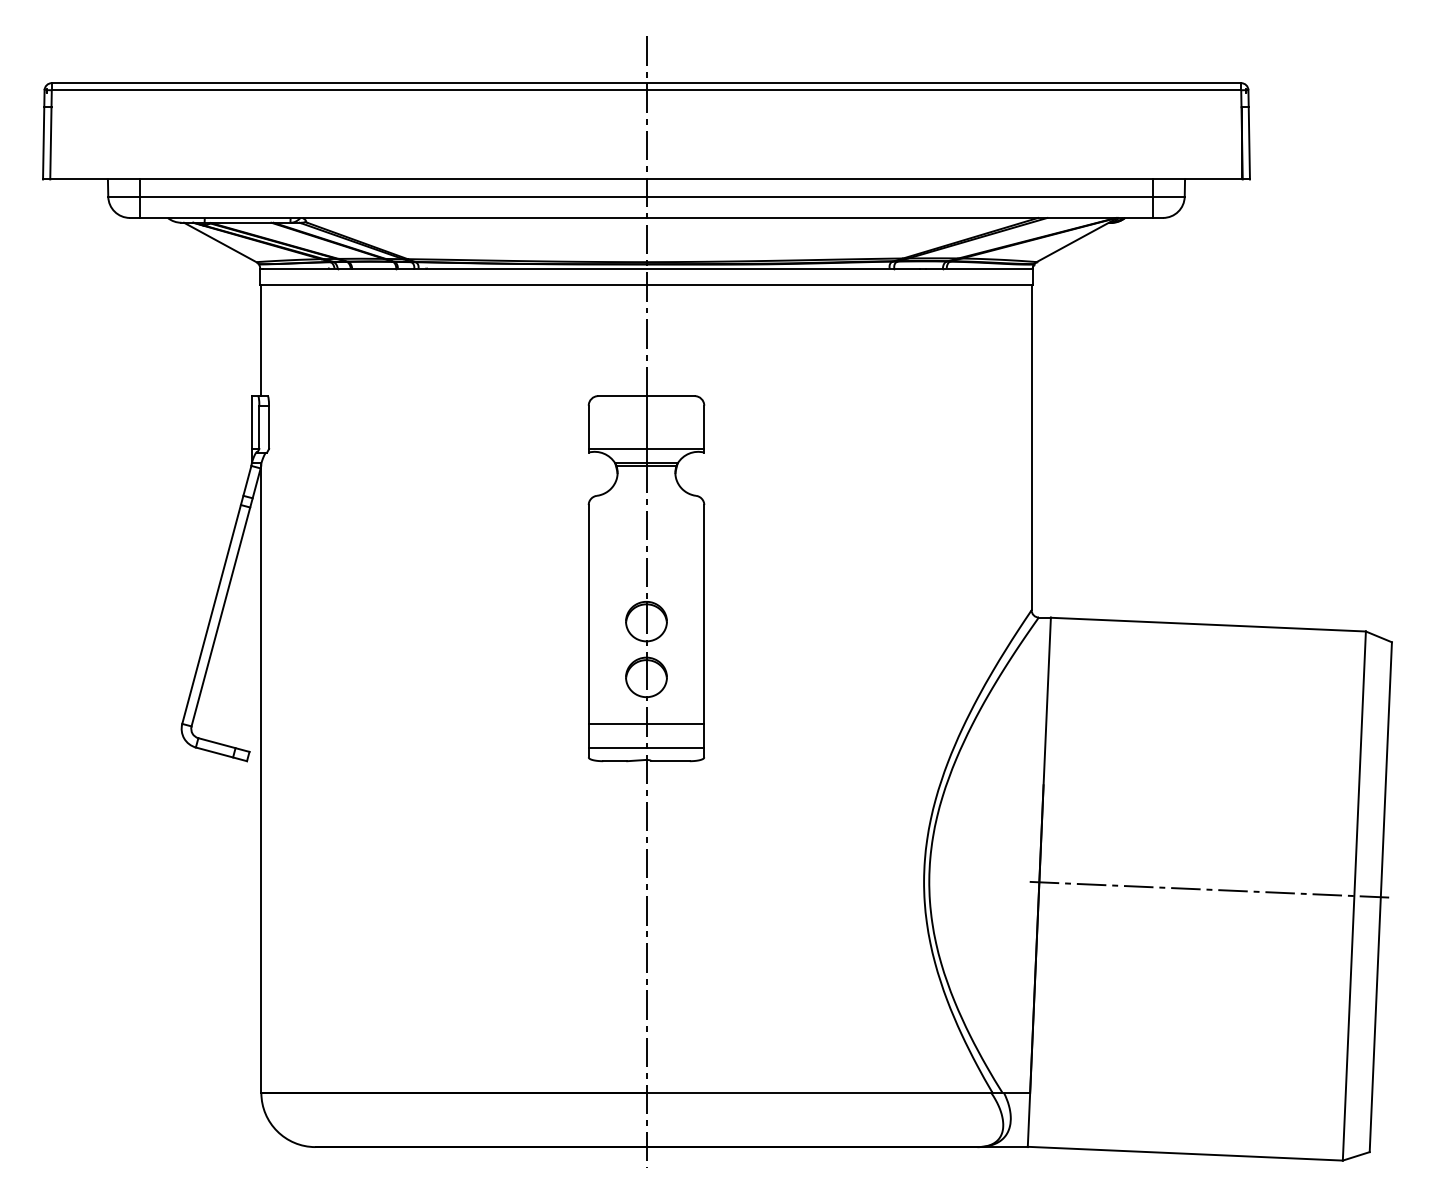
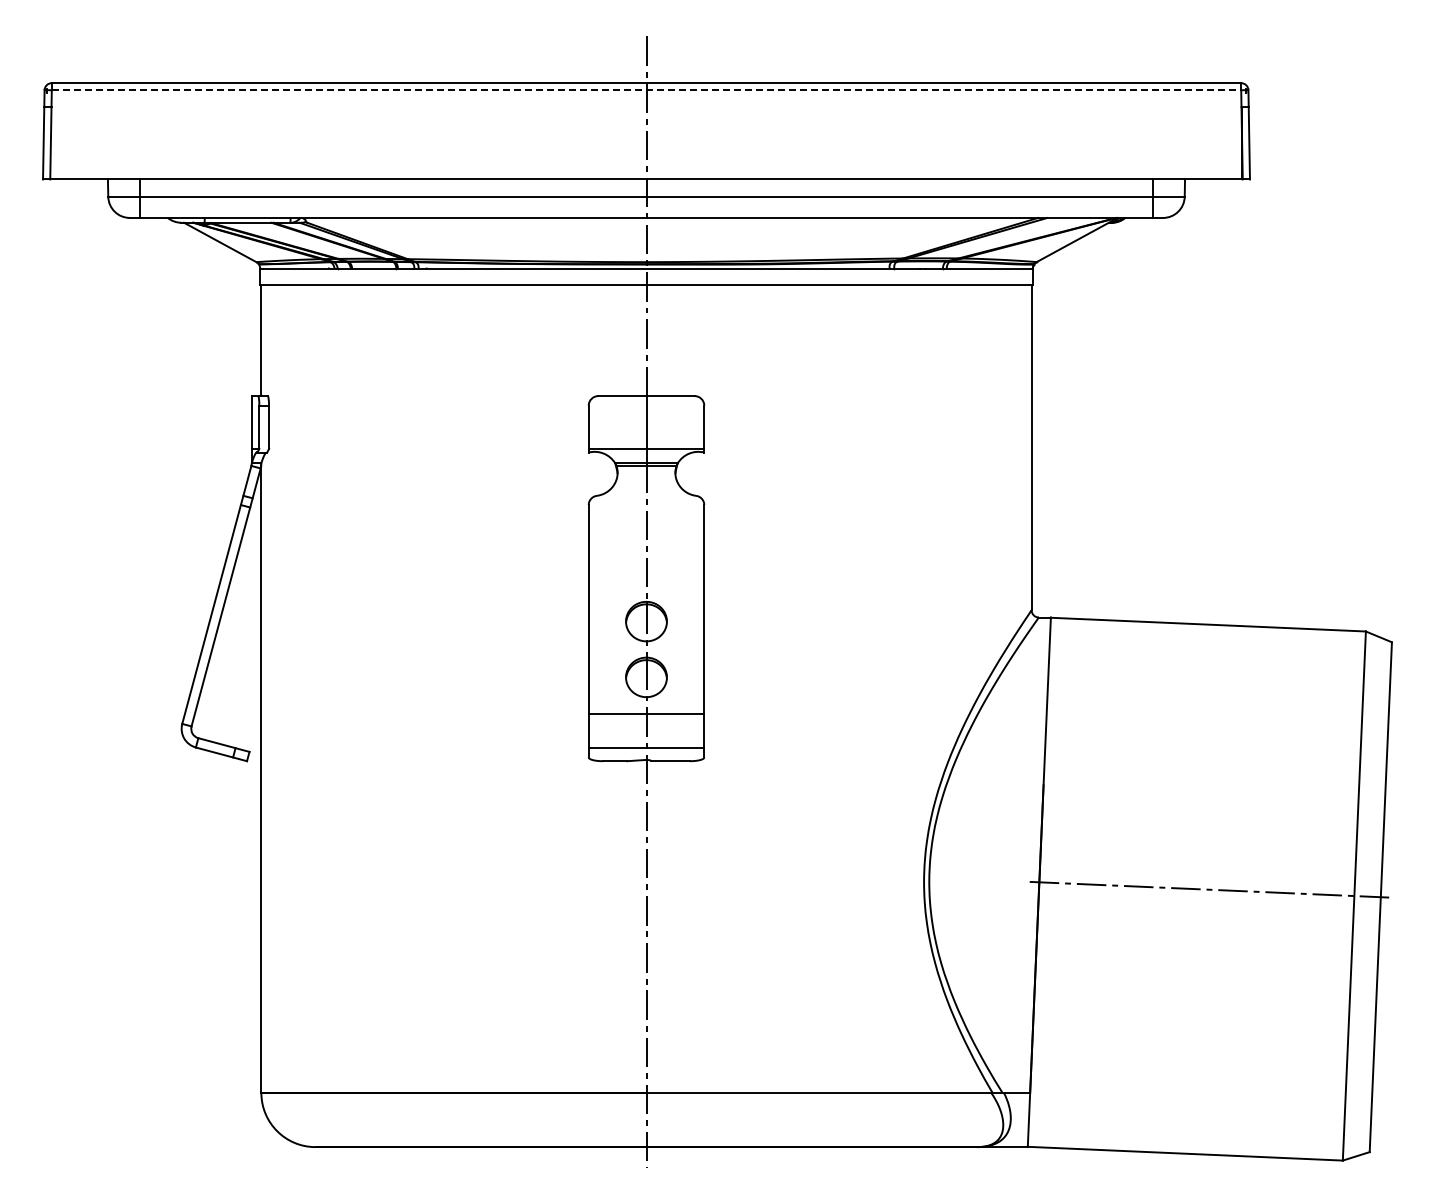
line at (646, 90): solid -> dashed
line at (646, 723) position: (646, 723) -> (646, 713)
